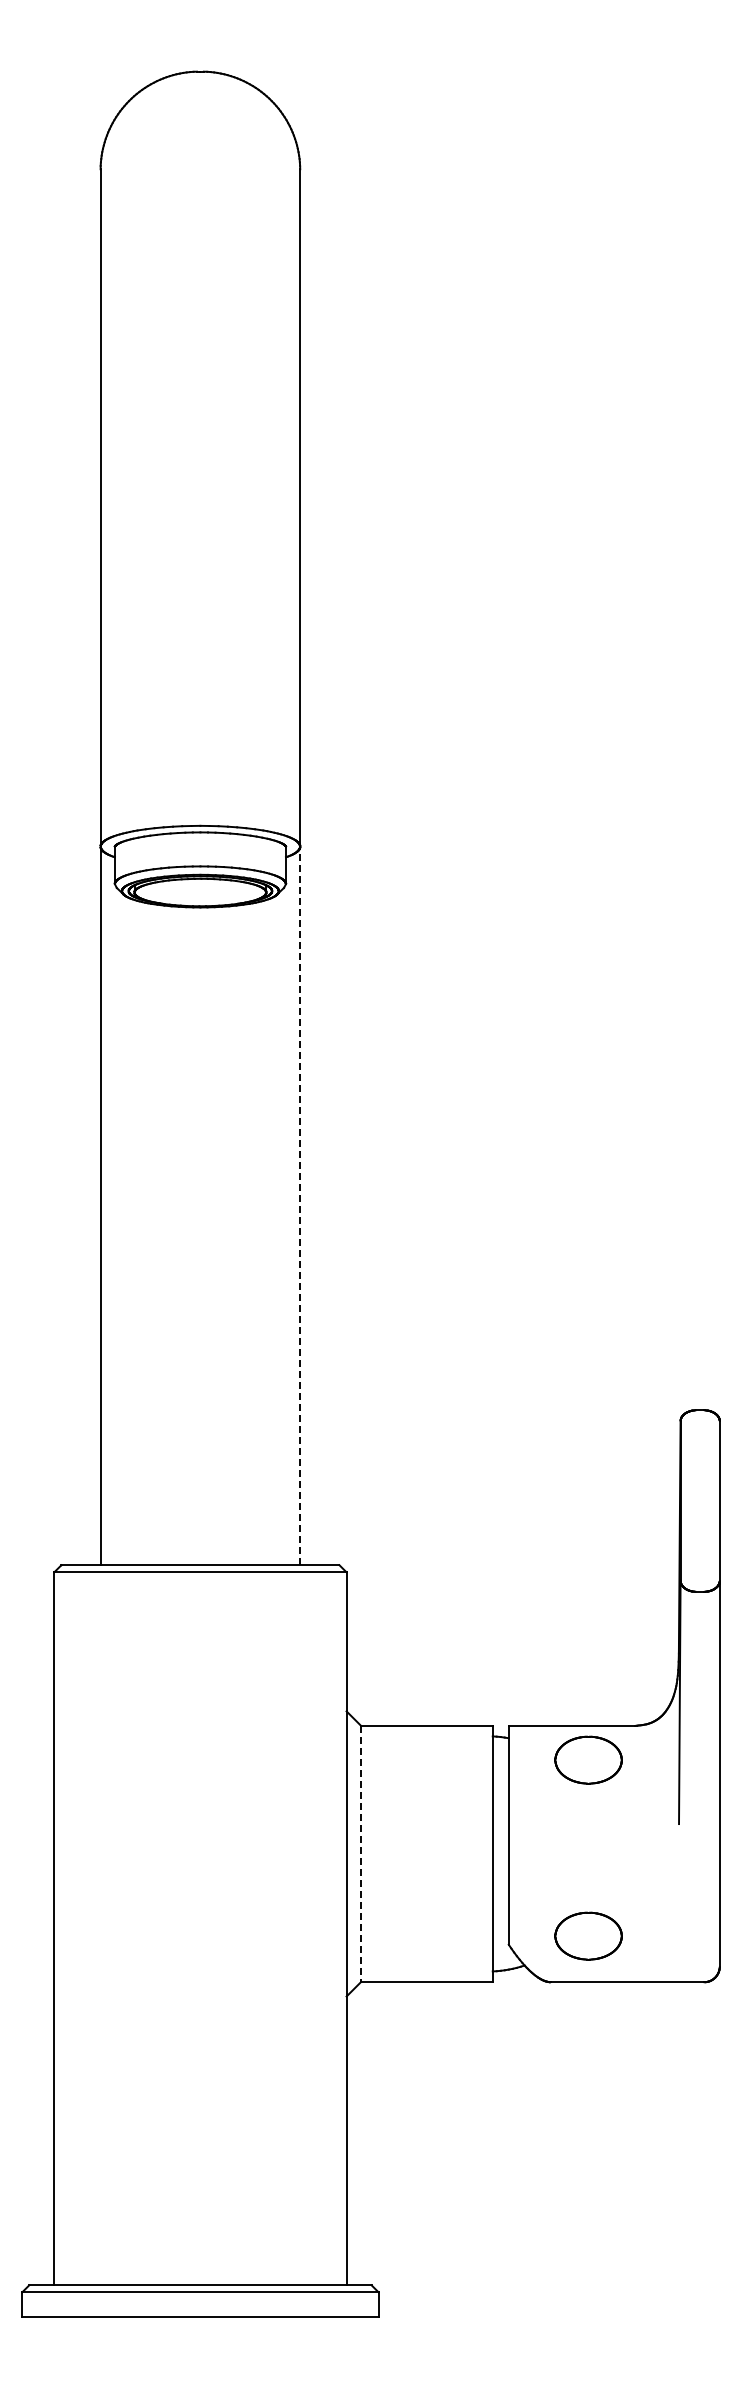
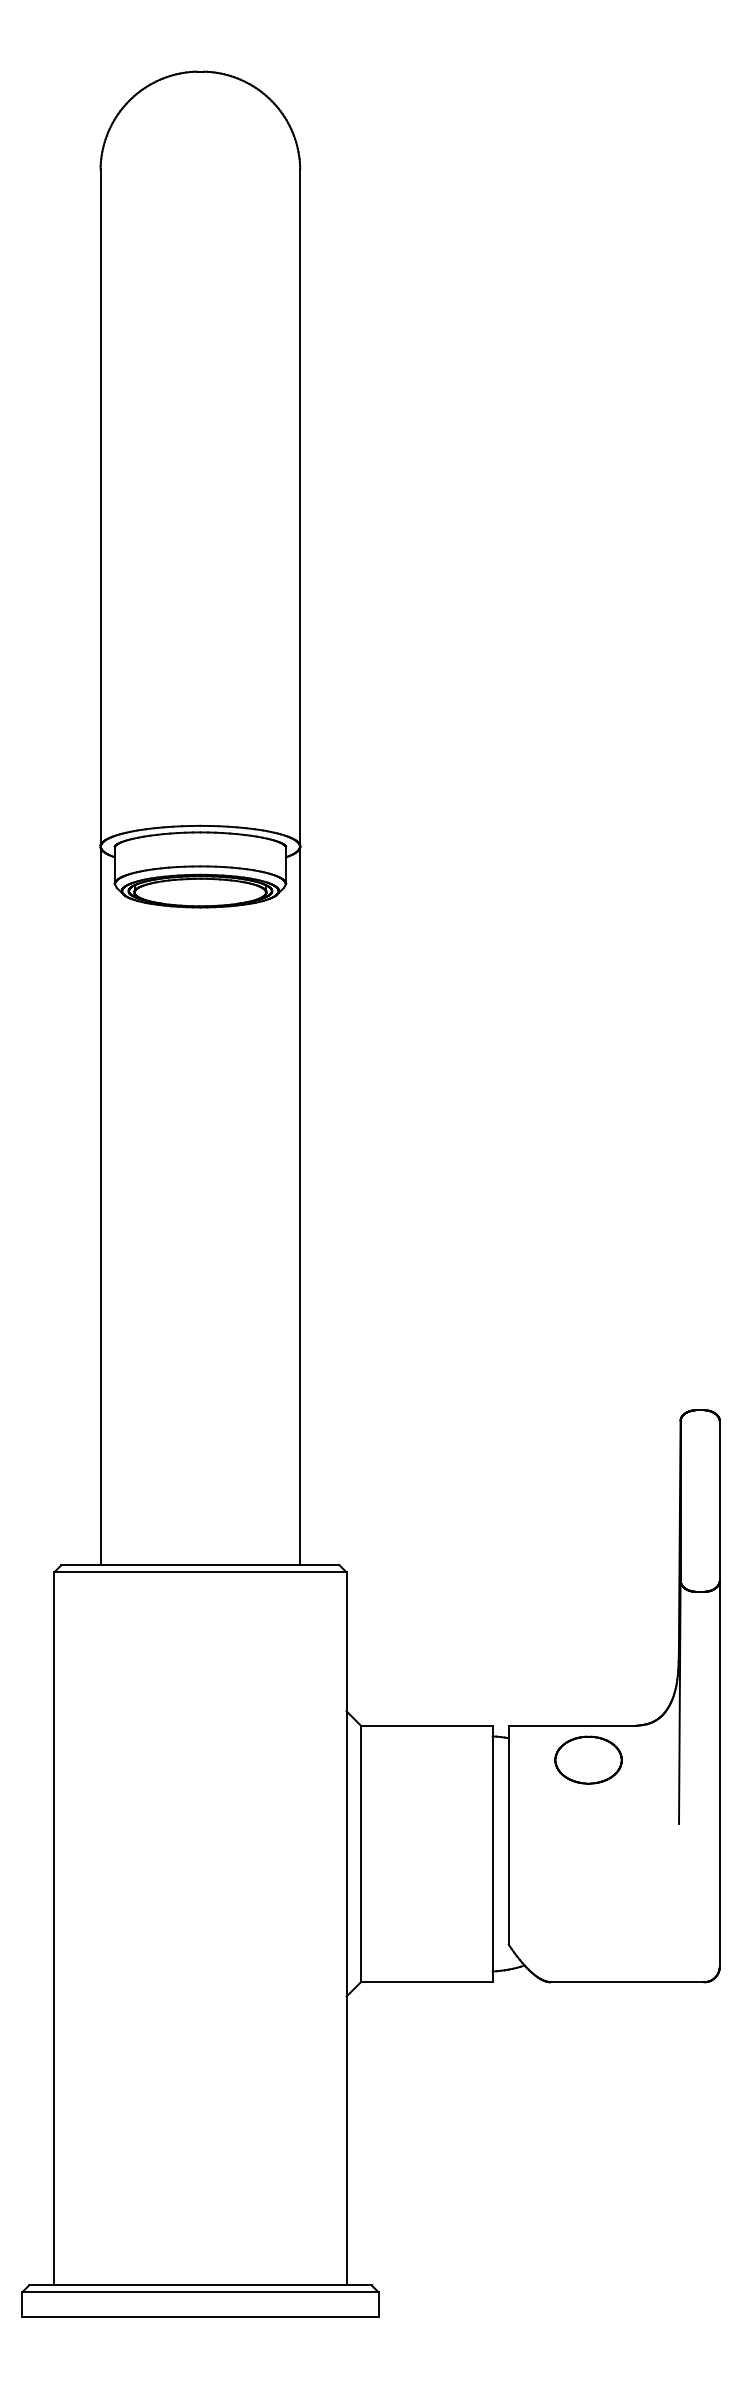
line at (300, 1205): dashed -> solid
line at (360, 1854): dashed -> solid
part at (588, 1935): present -> none
